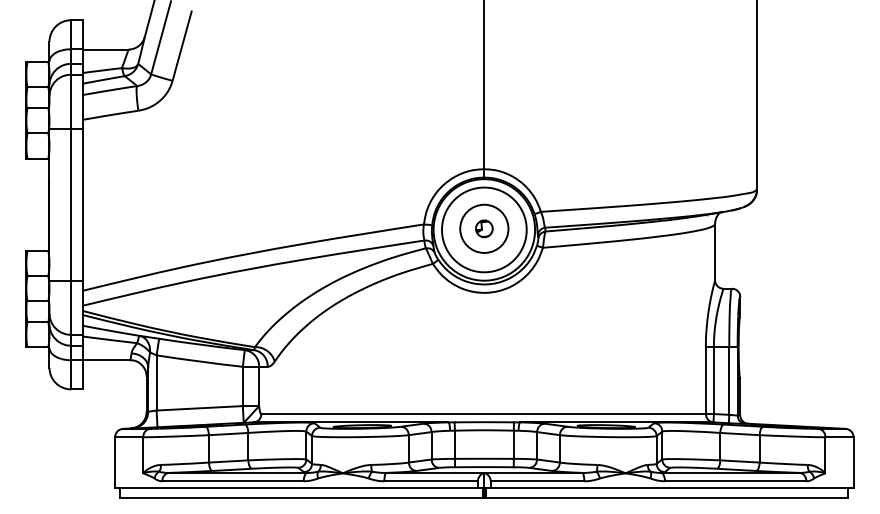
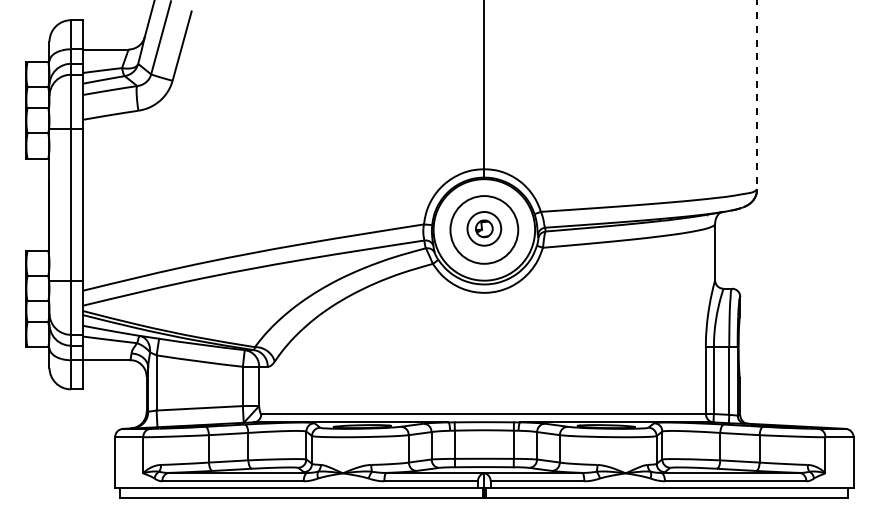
line at (757, 95): solid -> dashed
circle at (484, 228) diameter: 48 px -> 34 px
circle at (483, 229) diameter: 85 px -> 68 px
